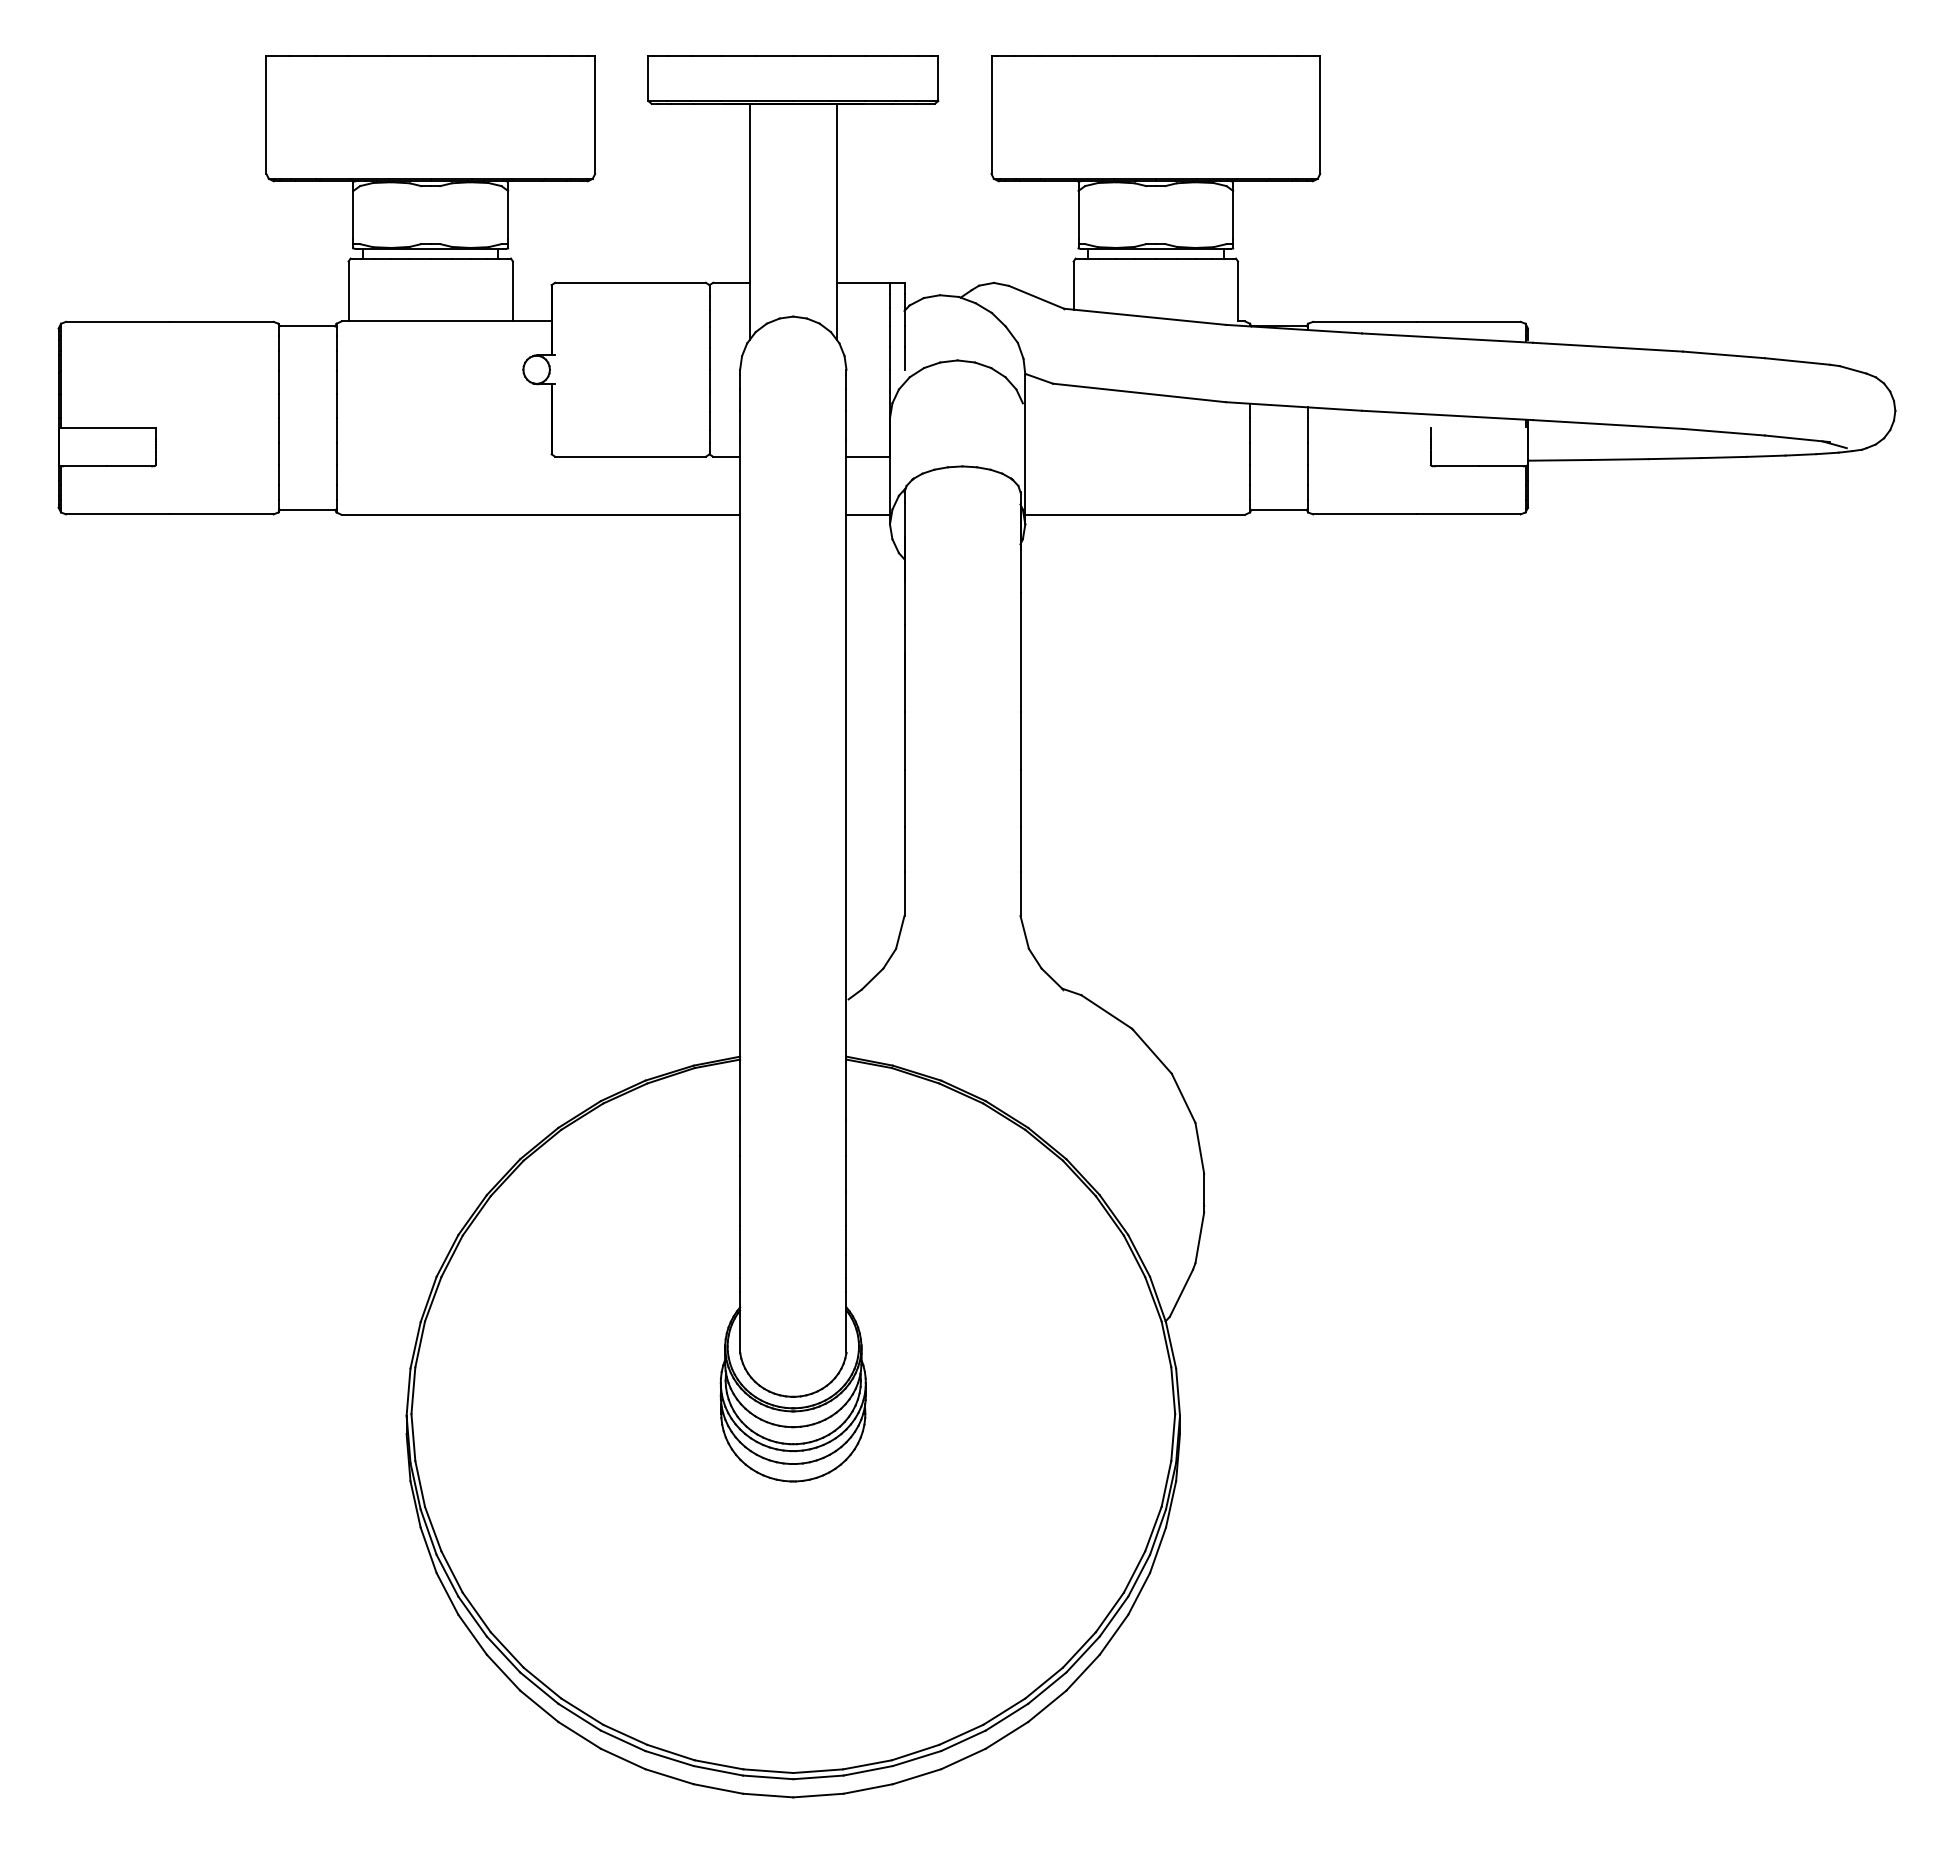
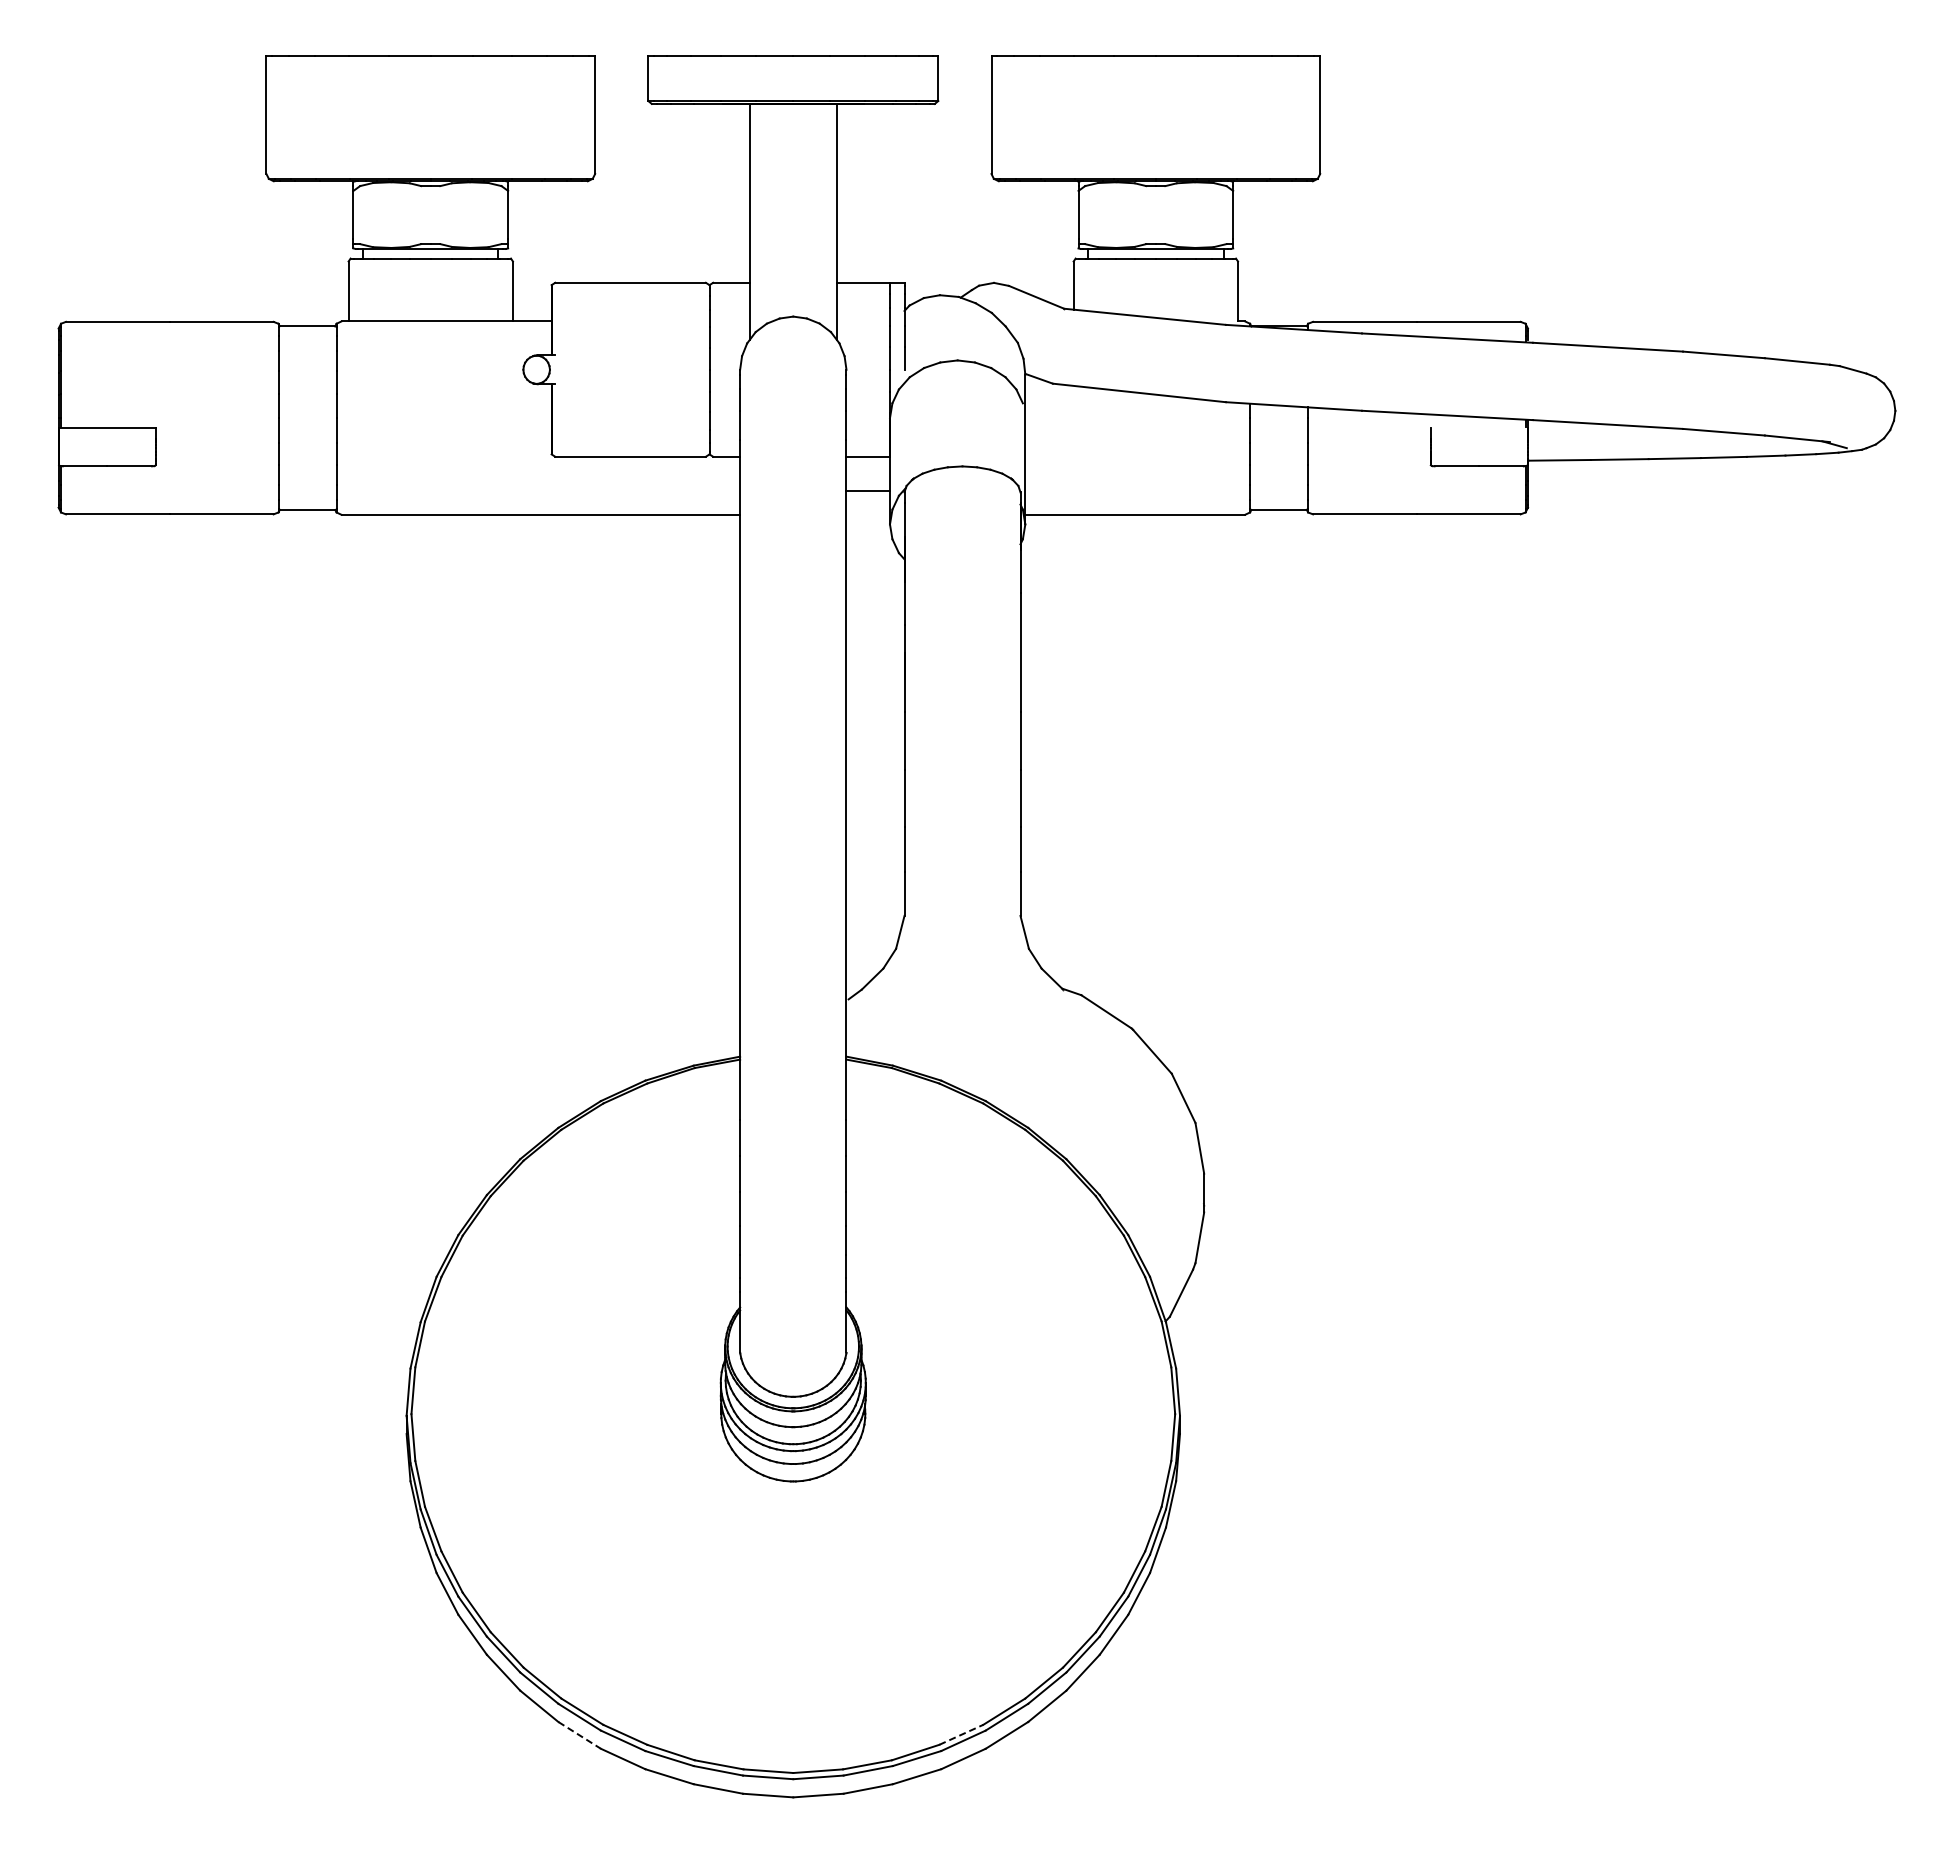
line at (867, 514) position: (867, 514) -> (867, 490)
line at (961, 1734): solid -> dashed
line at (580, 1735): solid -> dashed
